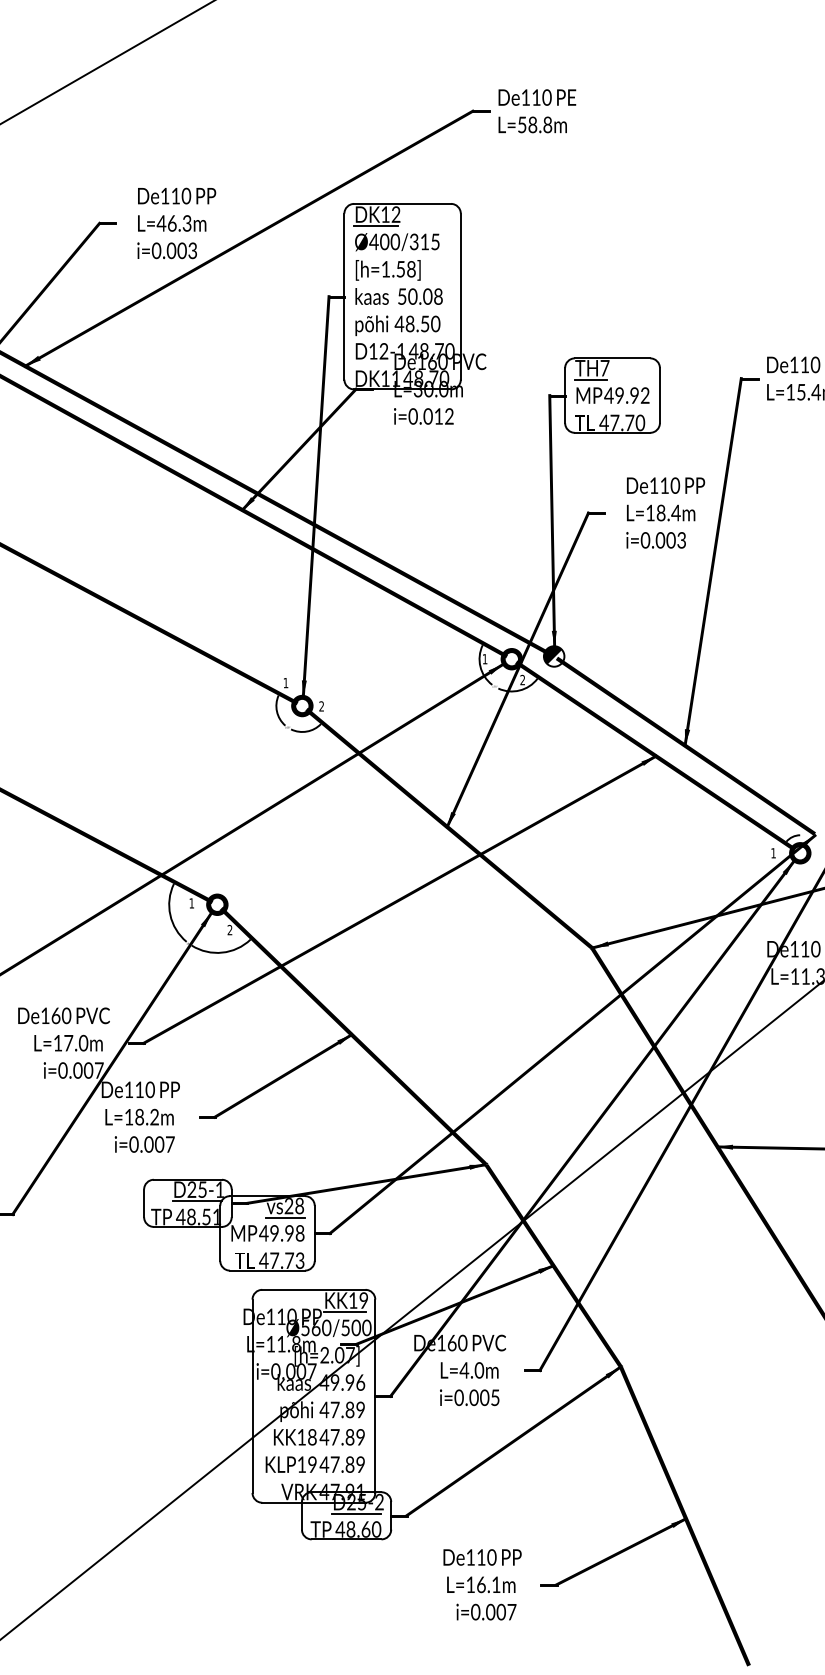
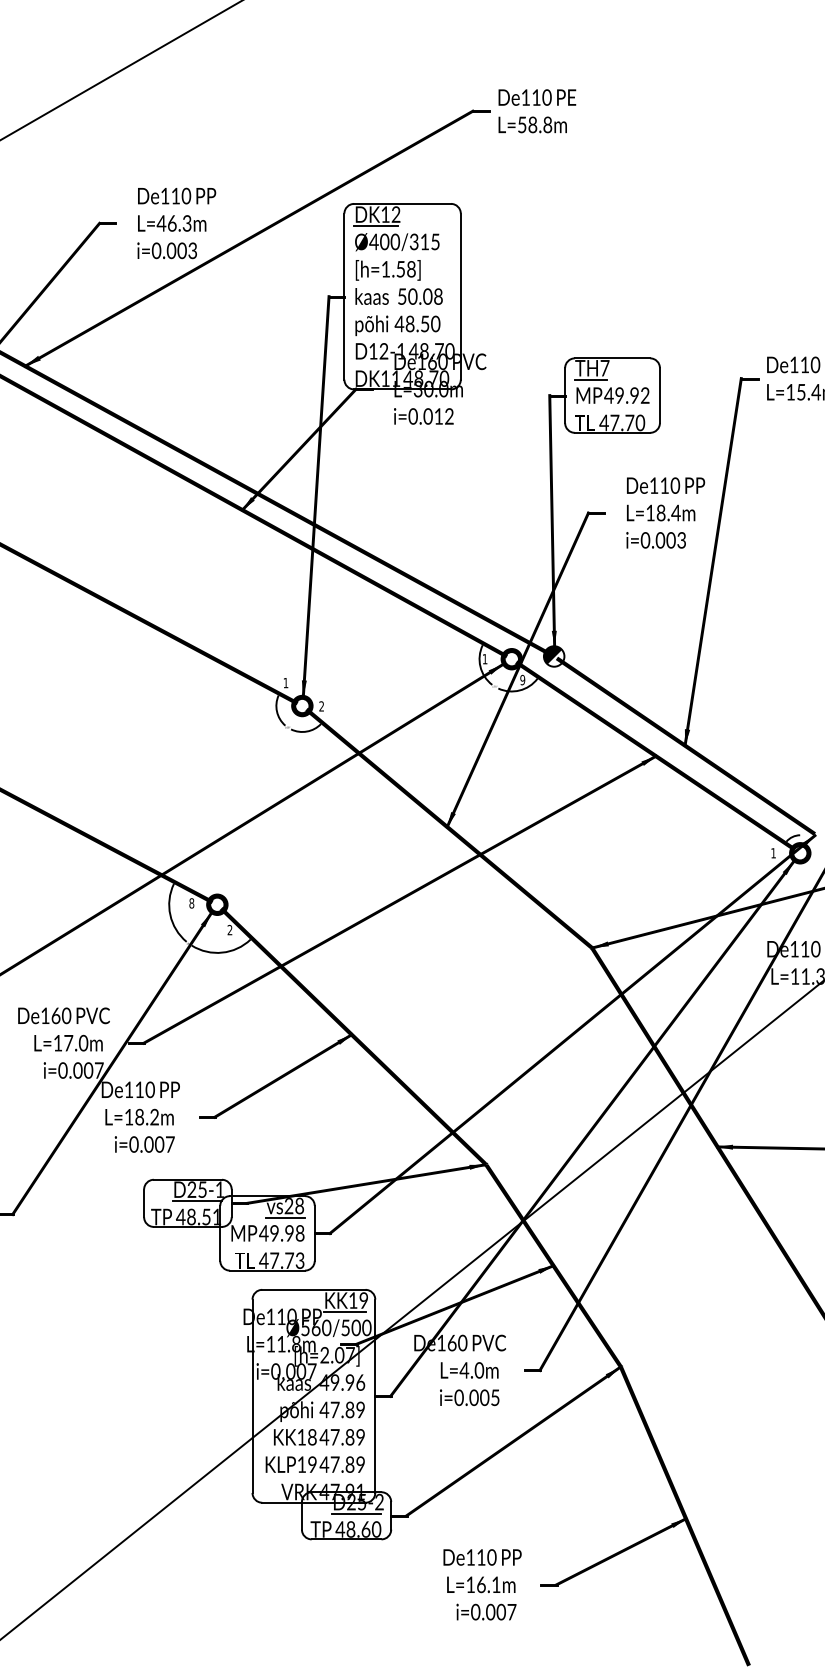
line at (106, 62) position: (106, 62) -> (120, 70)
text at (522, 680): 2 -> 9
text at (191, 903): 1 -> 8
